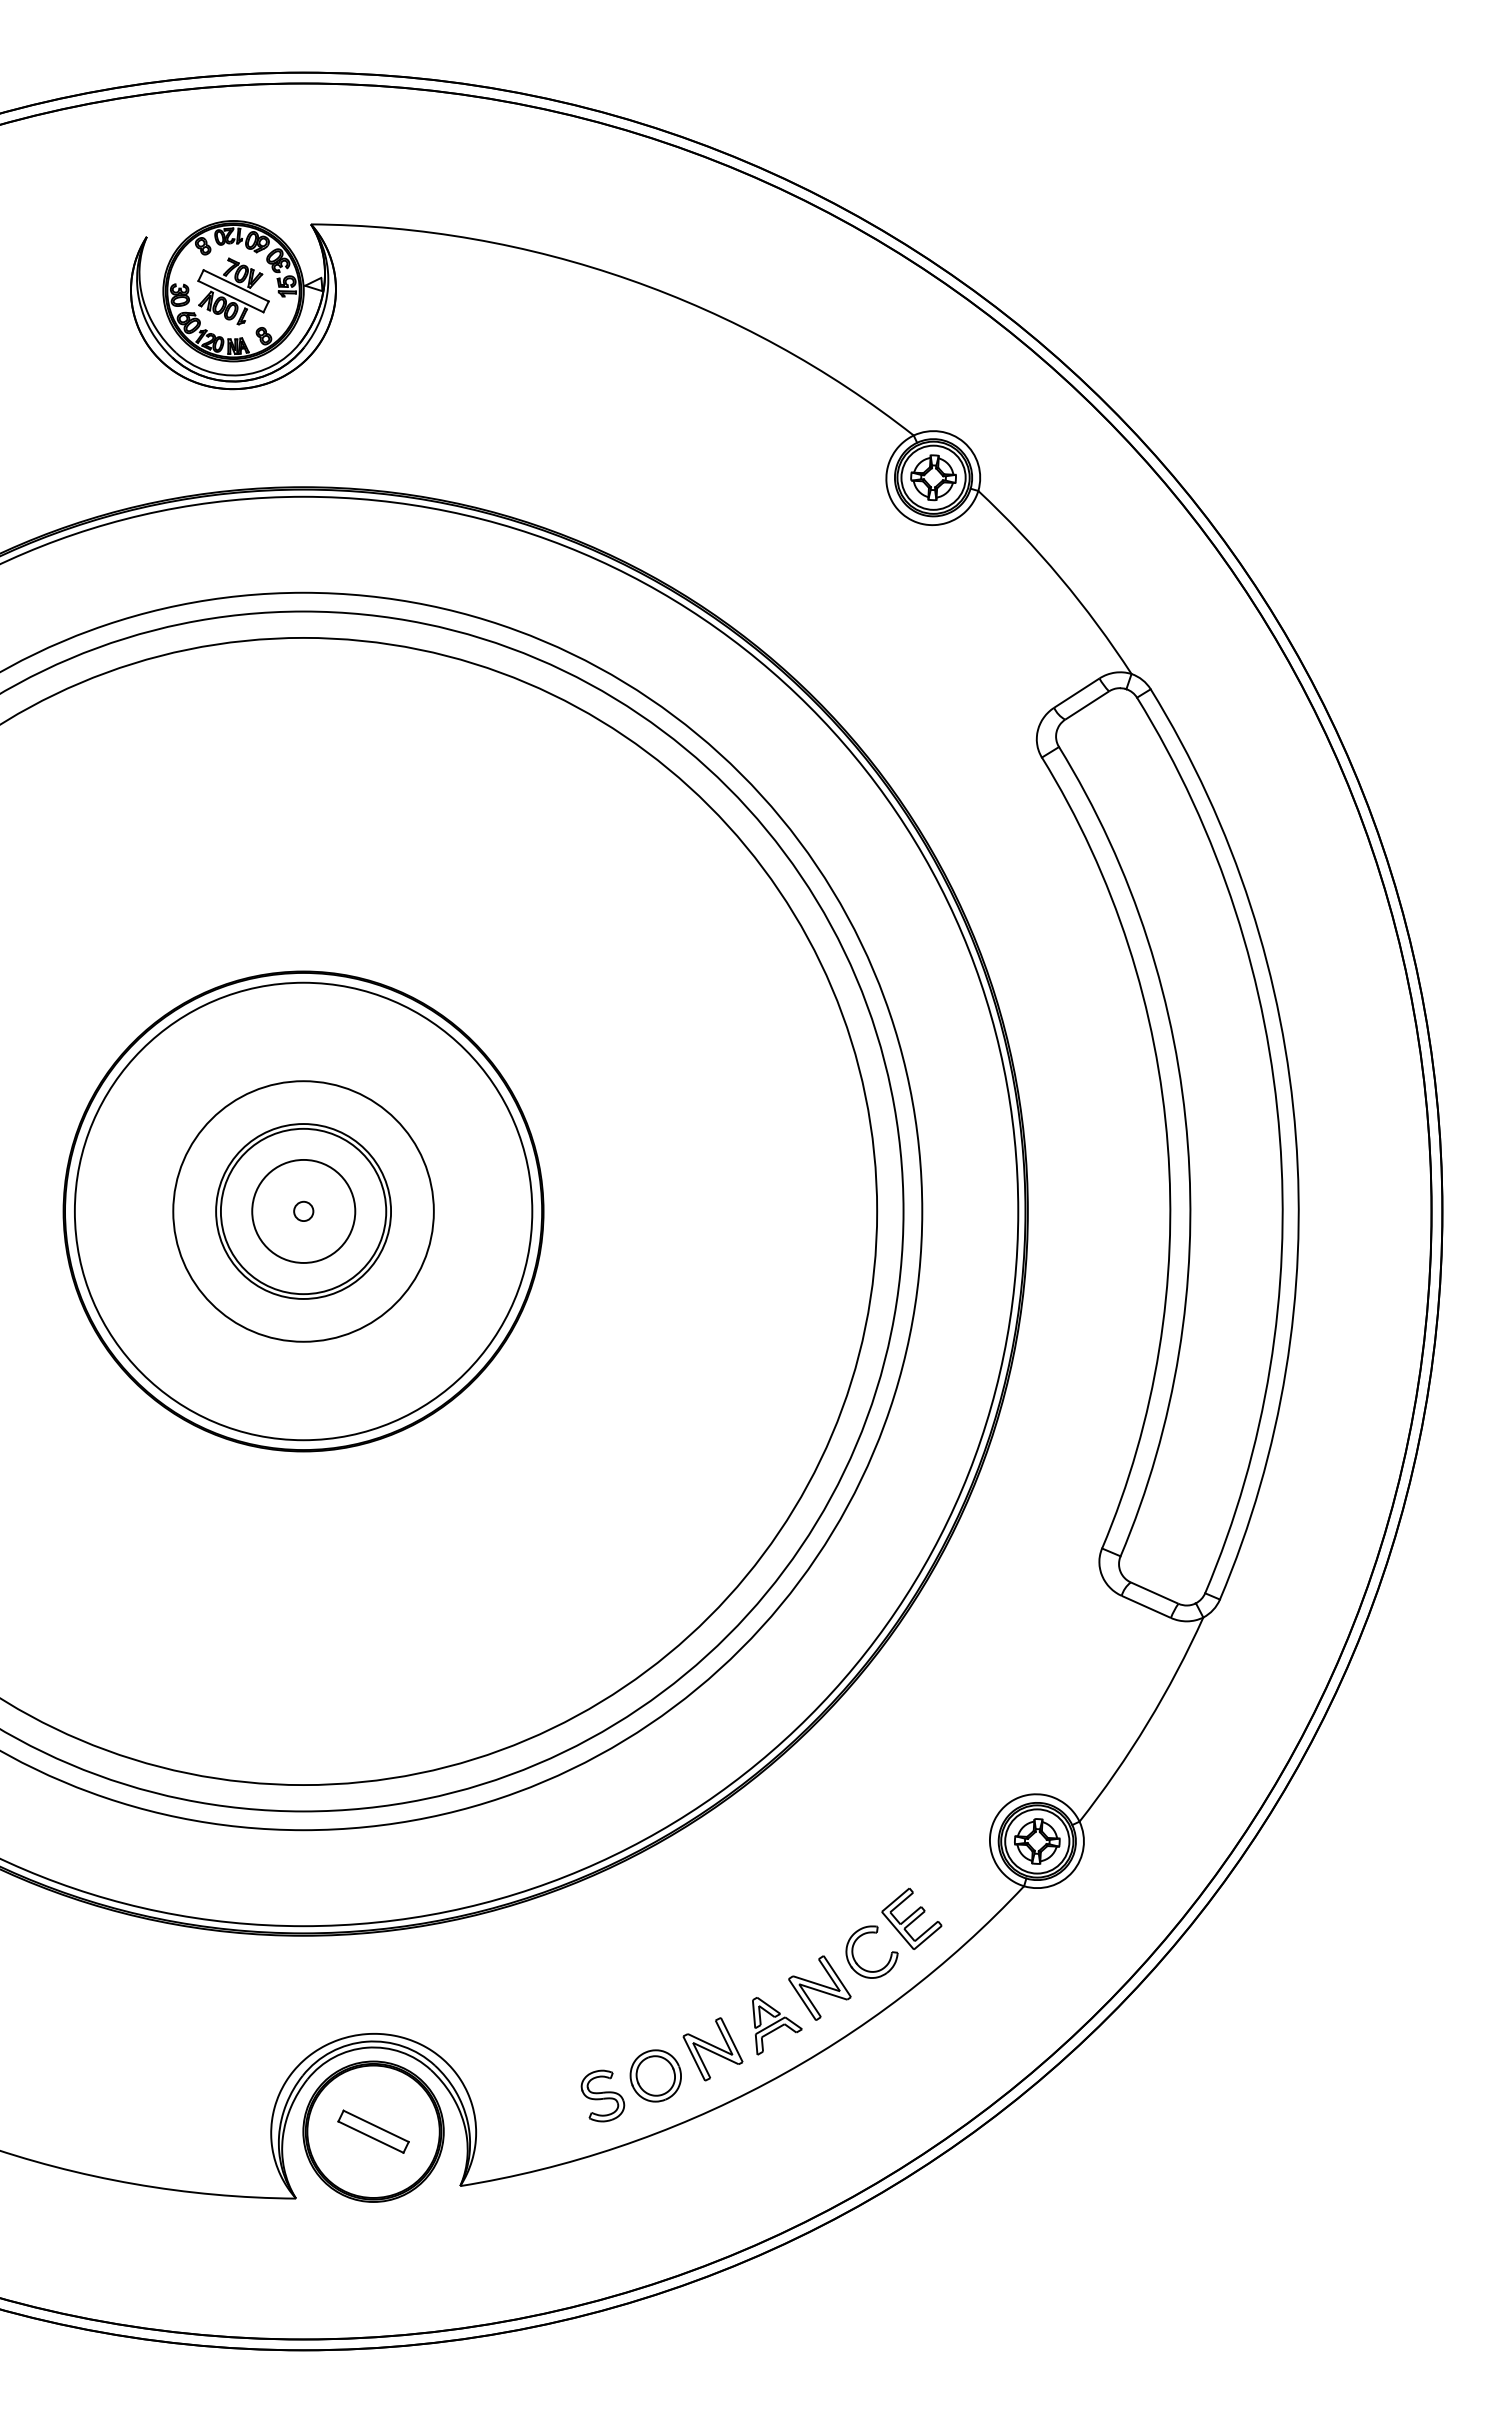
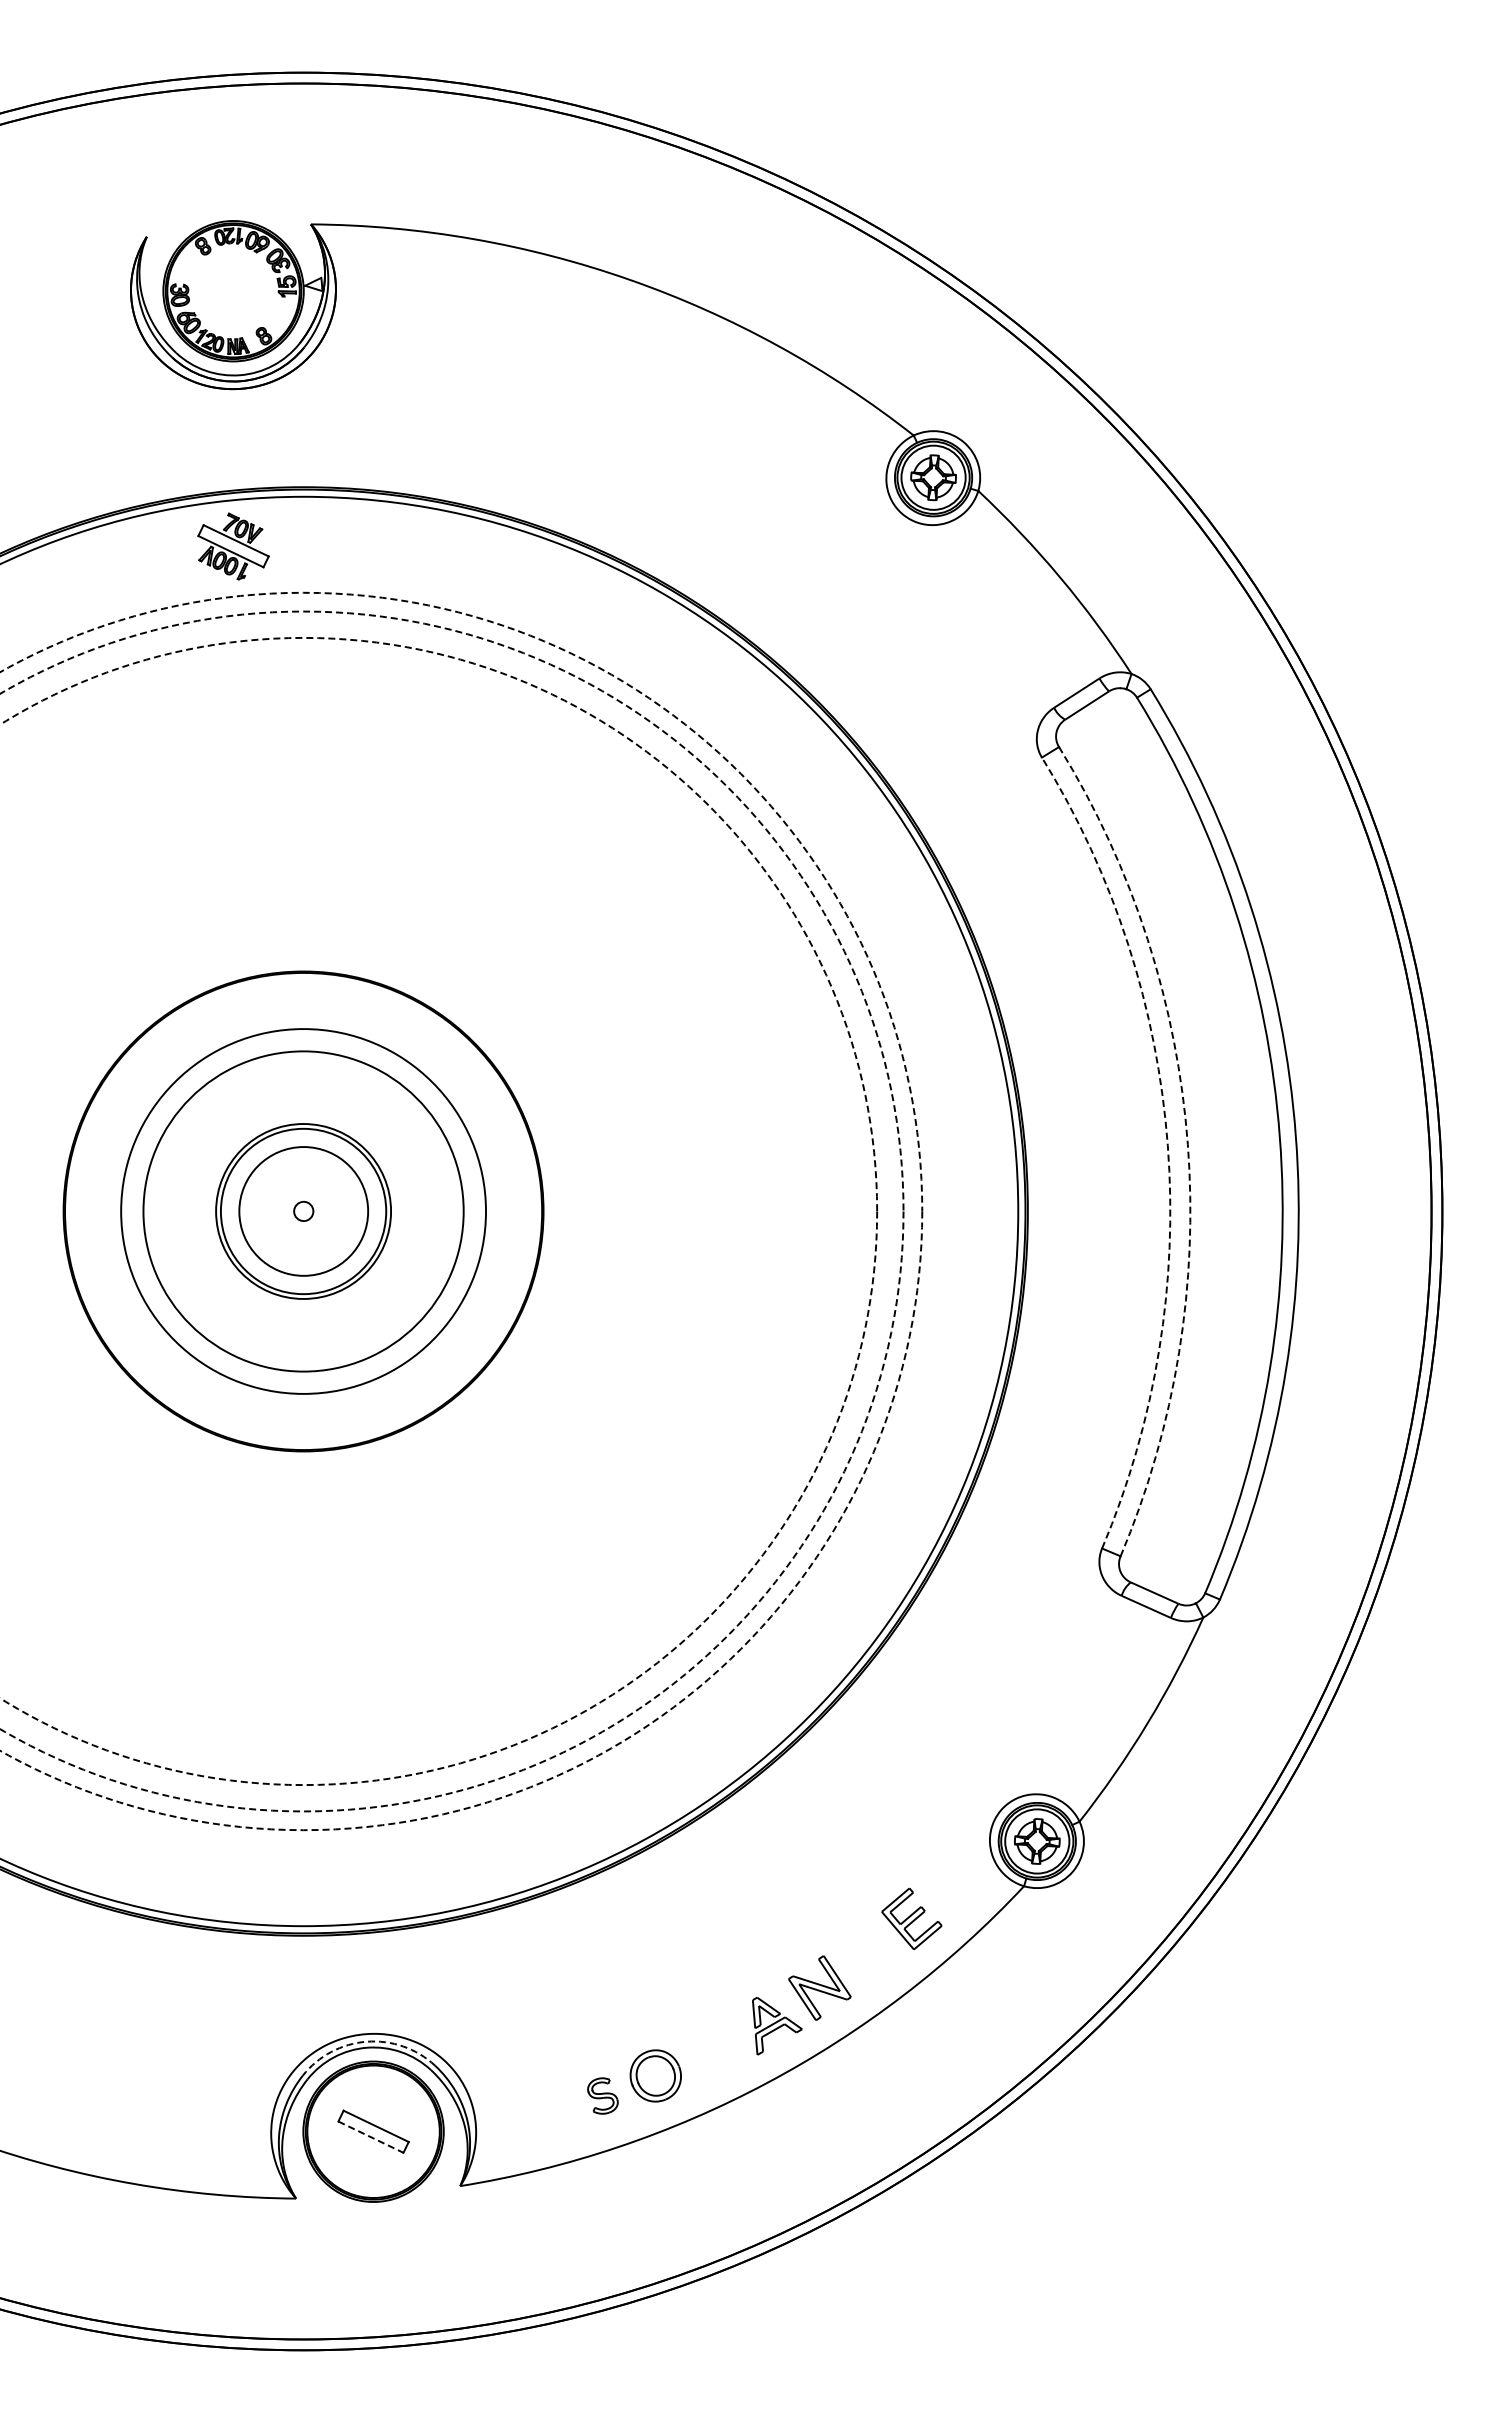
part at (233, 291) position: (233, 291) -> (233, 546)
arc at (1187, 1144): solid -> dashed
arc at (1167, 1145): solid -> dashed
circle at (303, 1210) diameter: 103 px -> 129 px
circle at (303, 1211) diameter: 261 px -> 365 px
circle at (303, 1211) diameter: 457 px -> 320 px
circle at (438, 1211): solid -> dashed
circle at (451, 1211): solid -> dashed
circle at (461, 1211): solid -> dashed
part at (866, 1934): present -> none
arc at (366, 2041): solid -> dashed
part at (712, 2049): present -> none
part at (602, 2095) size: 46x54 px -> 32x38 px
line at (371, 2137): solid -> dashed
